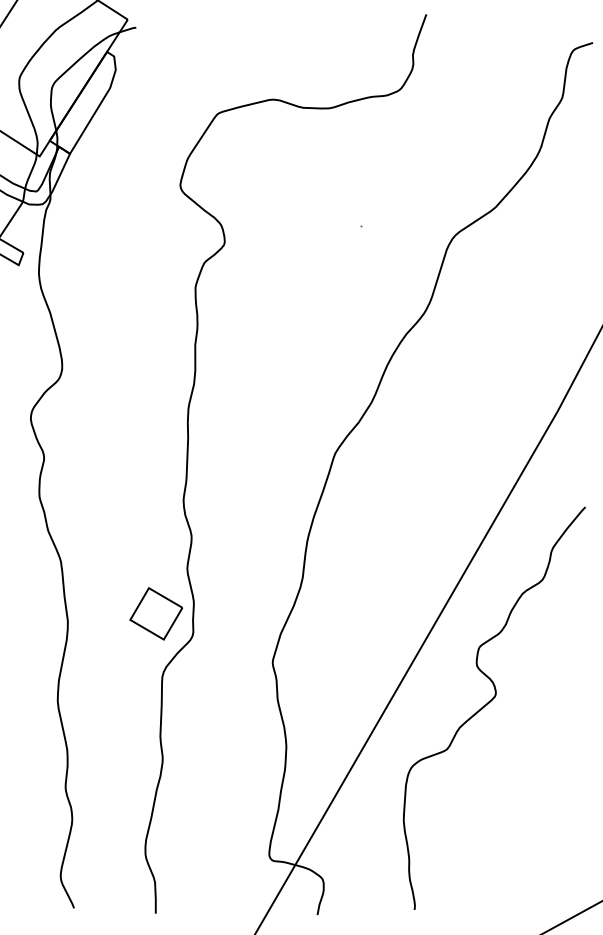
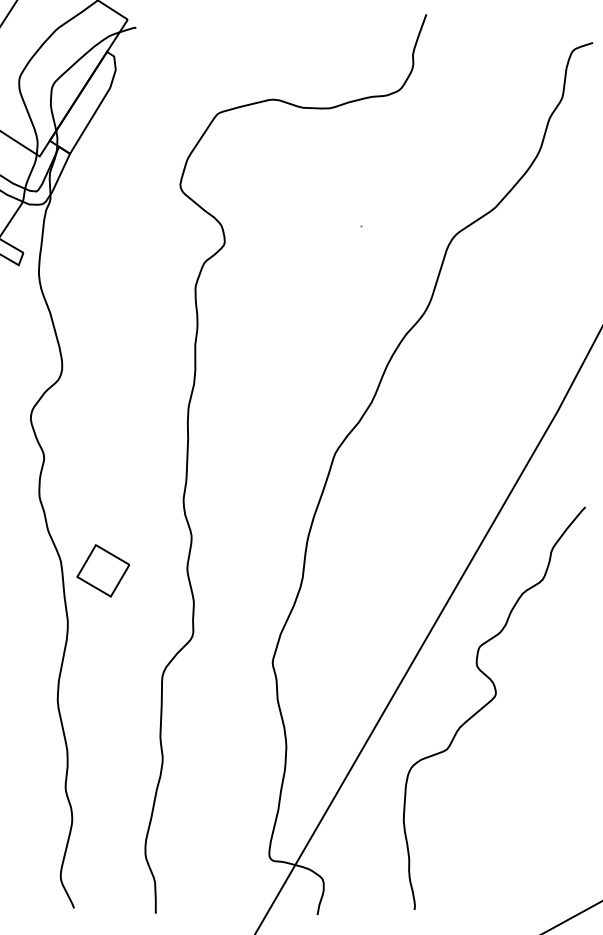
part at (156, 613) position: (156, 613) -> (103, 570)
